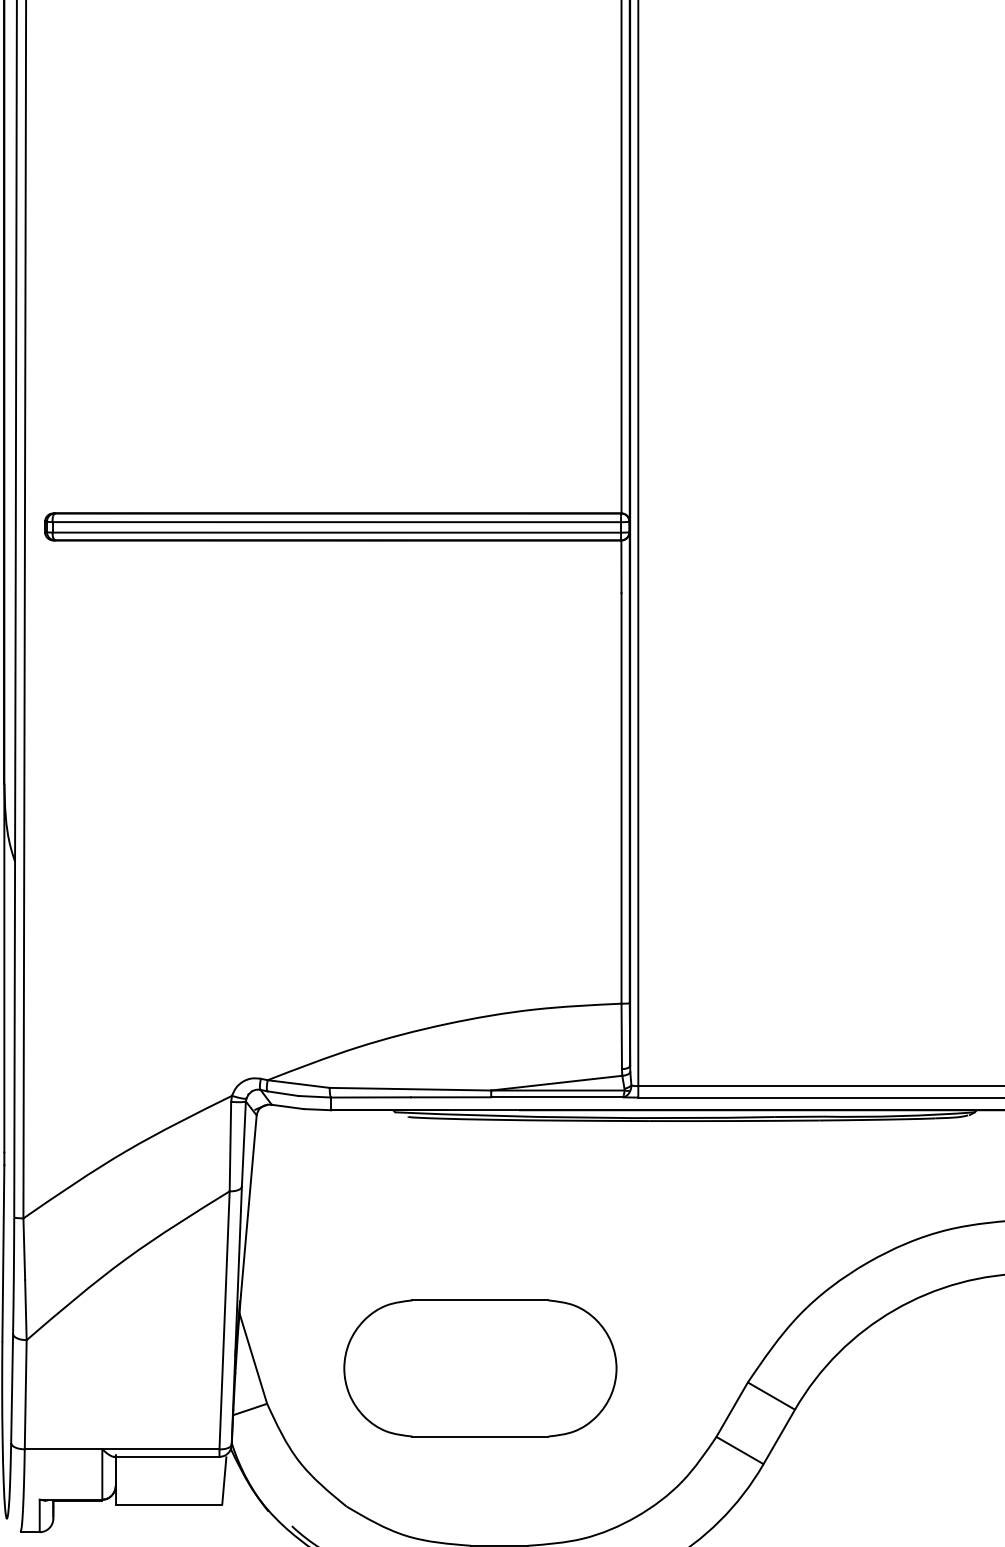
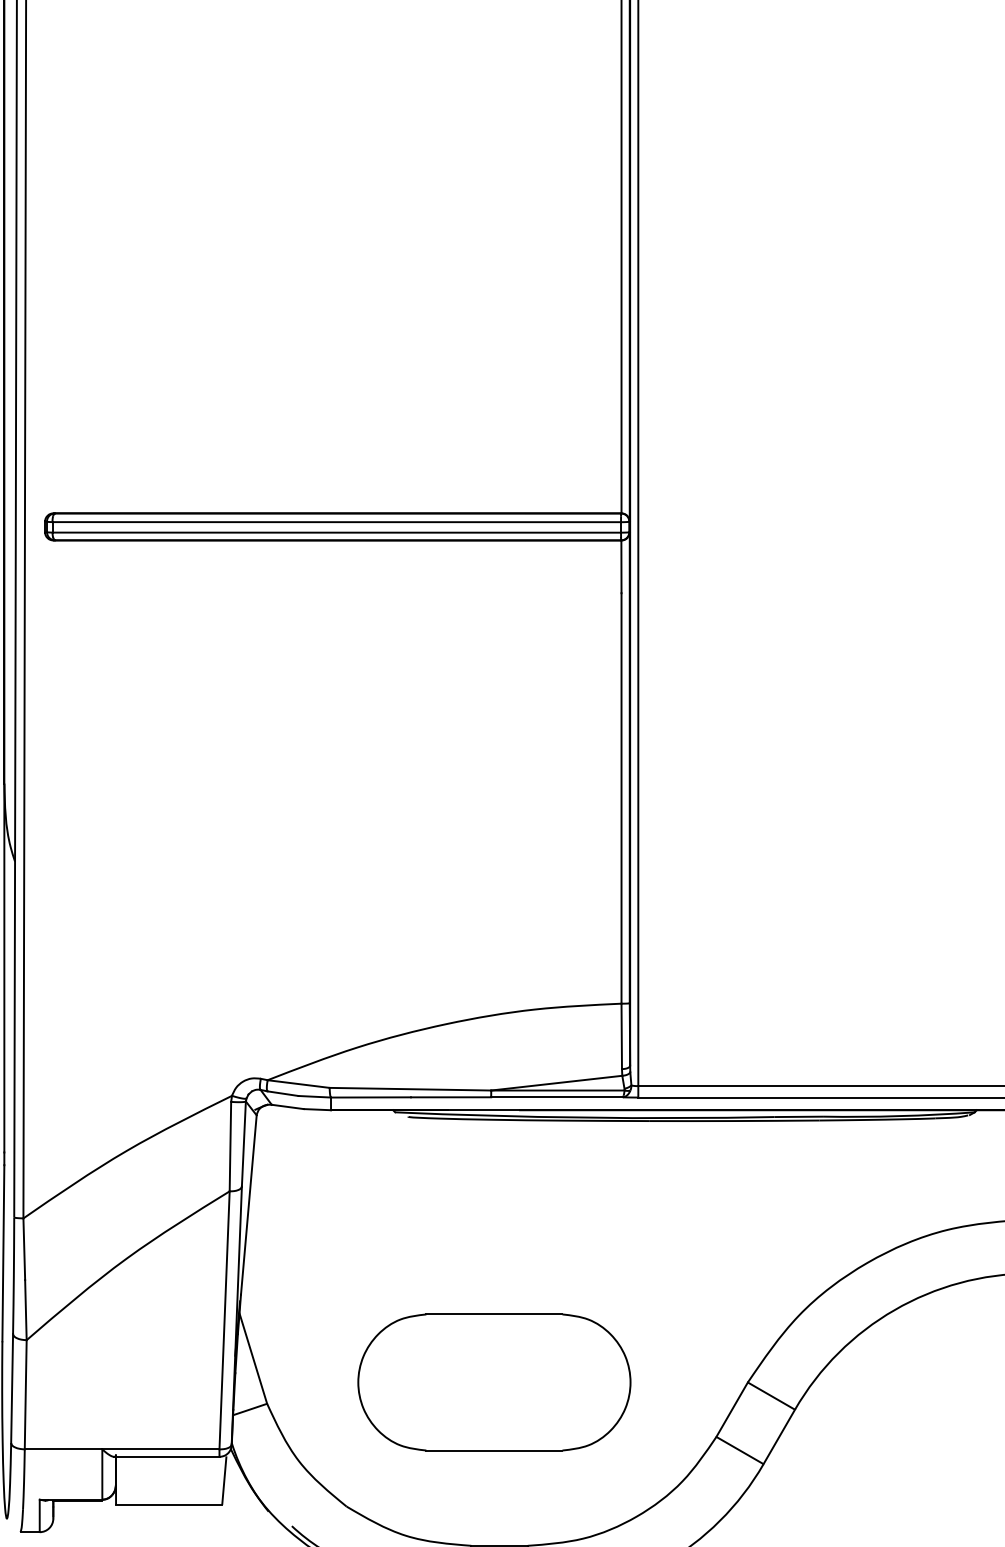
part at (480, 1368) position: (480, 1368) -> (494, 1382)
